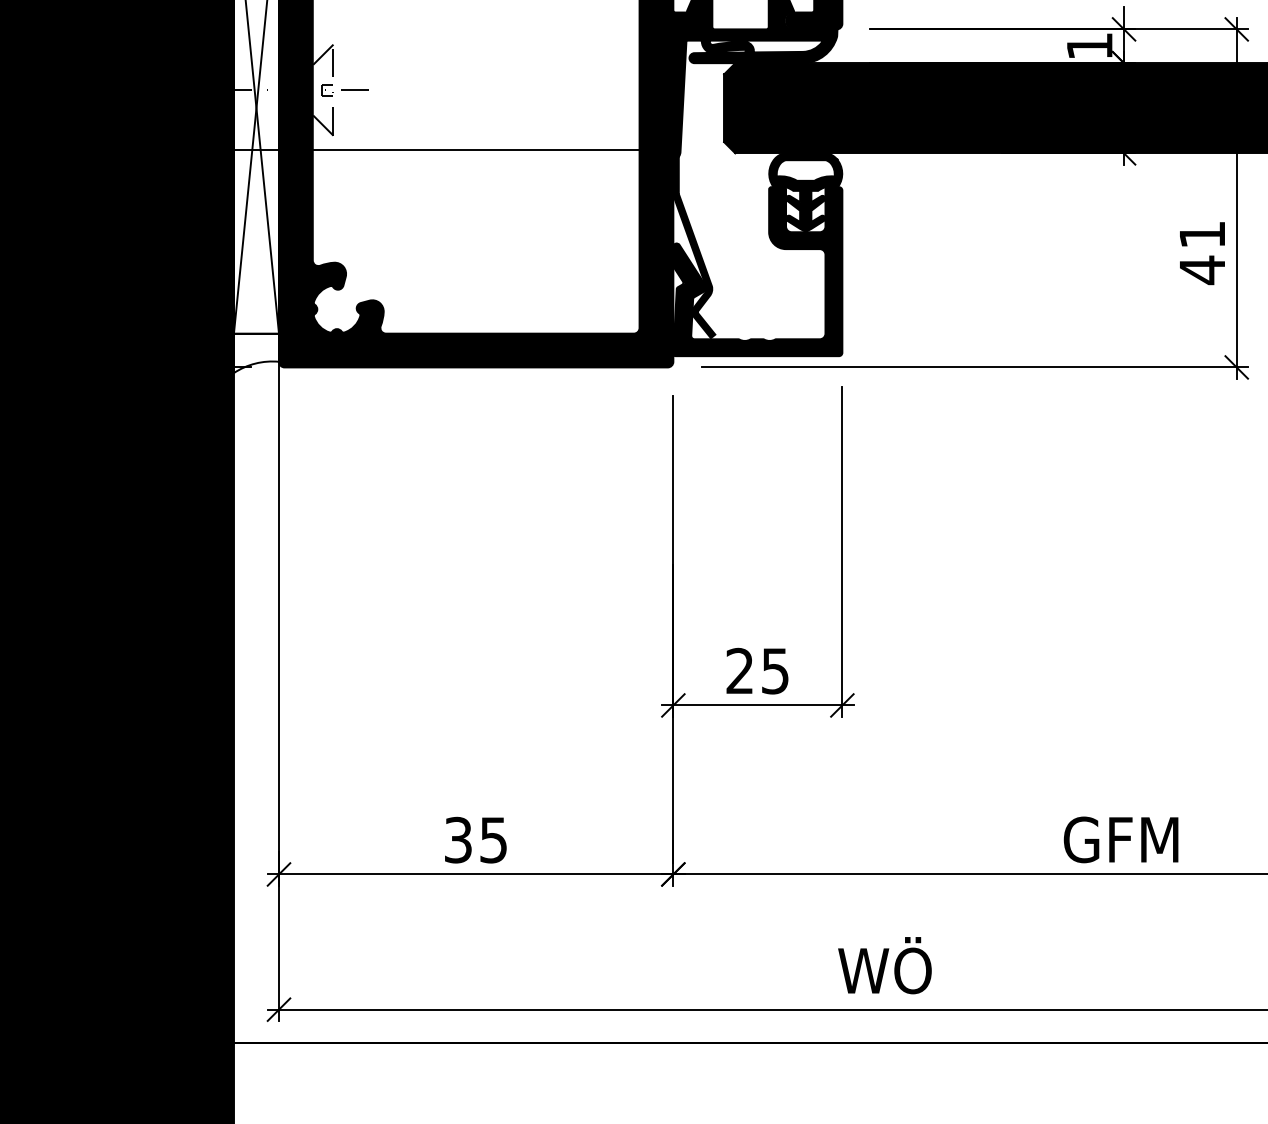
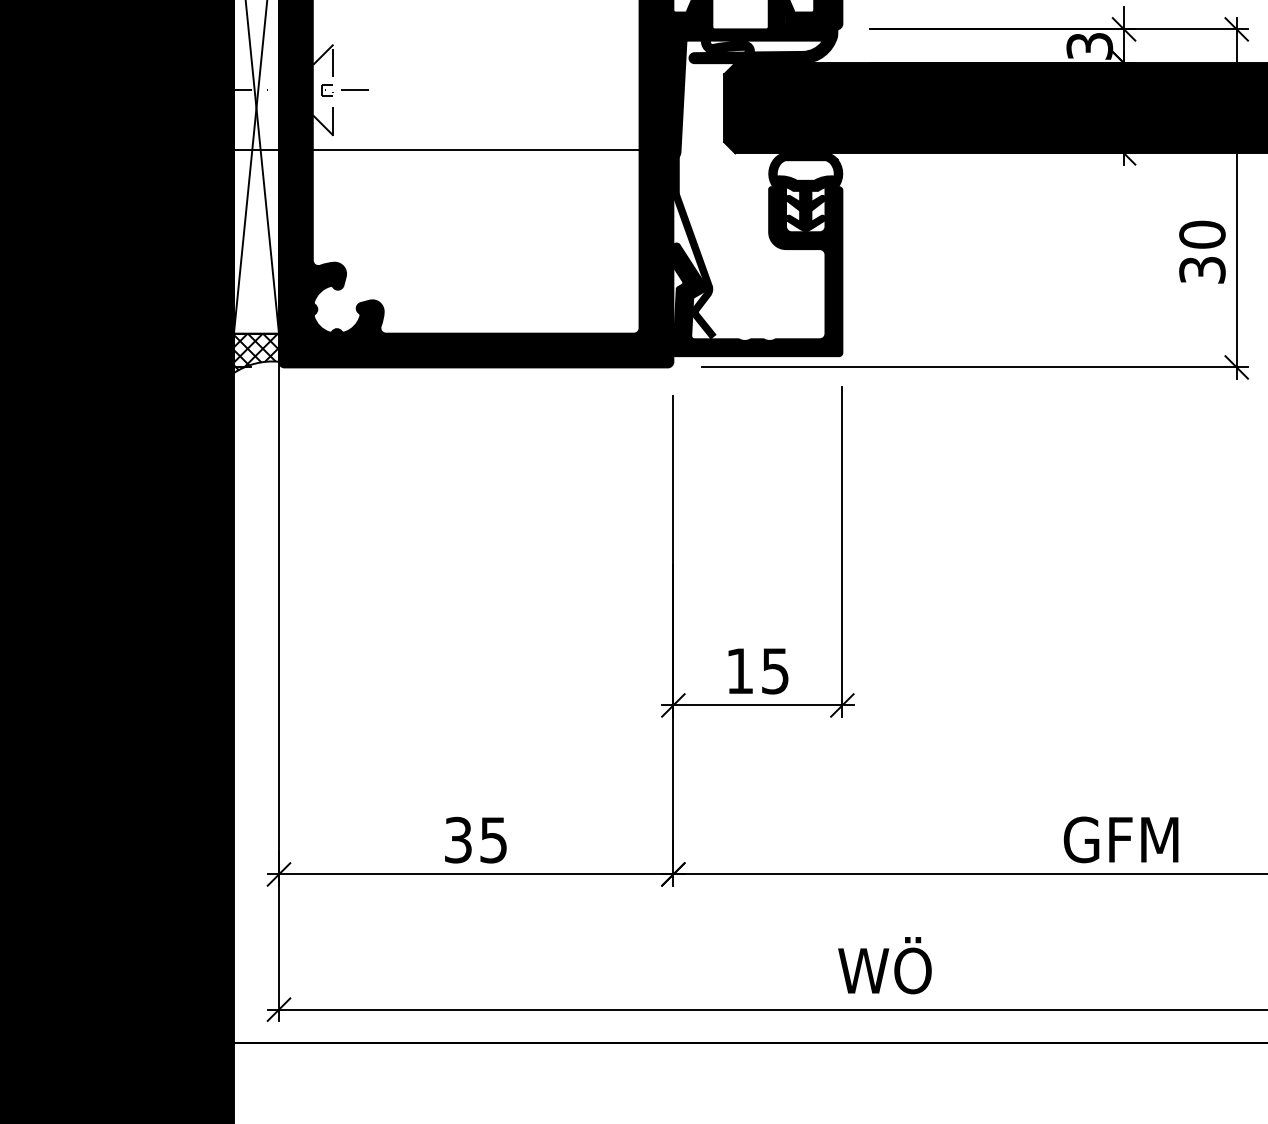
text at (1089, 46): 1 -> 3
text at (1202, 252): 41 -> 30
hatch at (256, 351): none -> present
text at (739, 670): 25 -> 15
